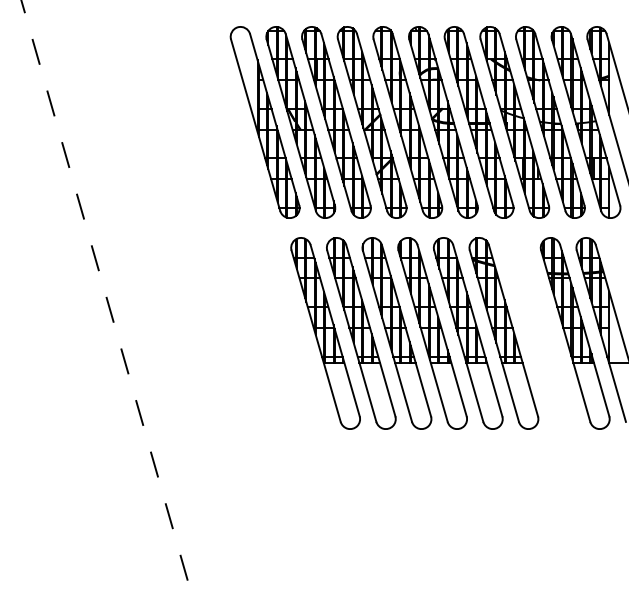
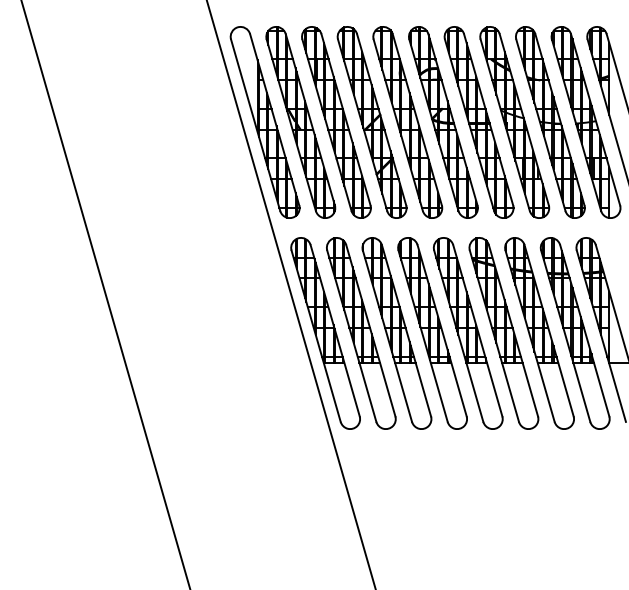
line at (105, 294): dashed -> solid
line at (291, 294): none -> present
part at (539, 333): none -> present
